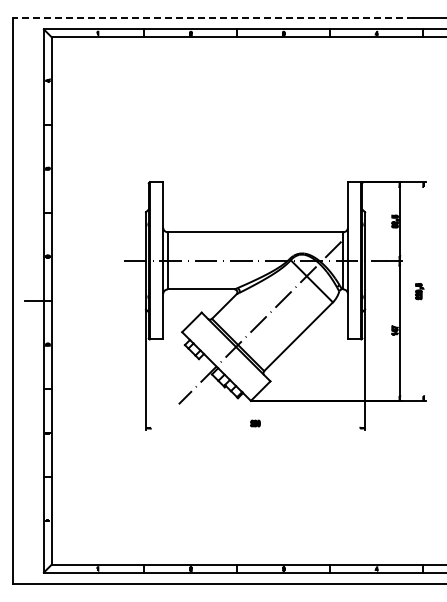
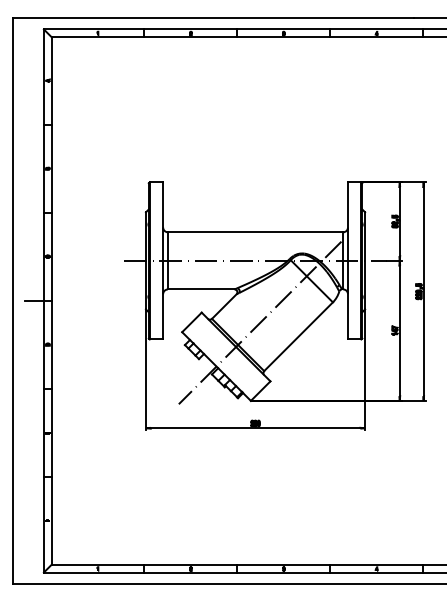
line at (213, 18): dashed -> solid
line at (423, 291): none -> present
line at (255, 428): none -> present
